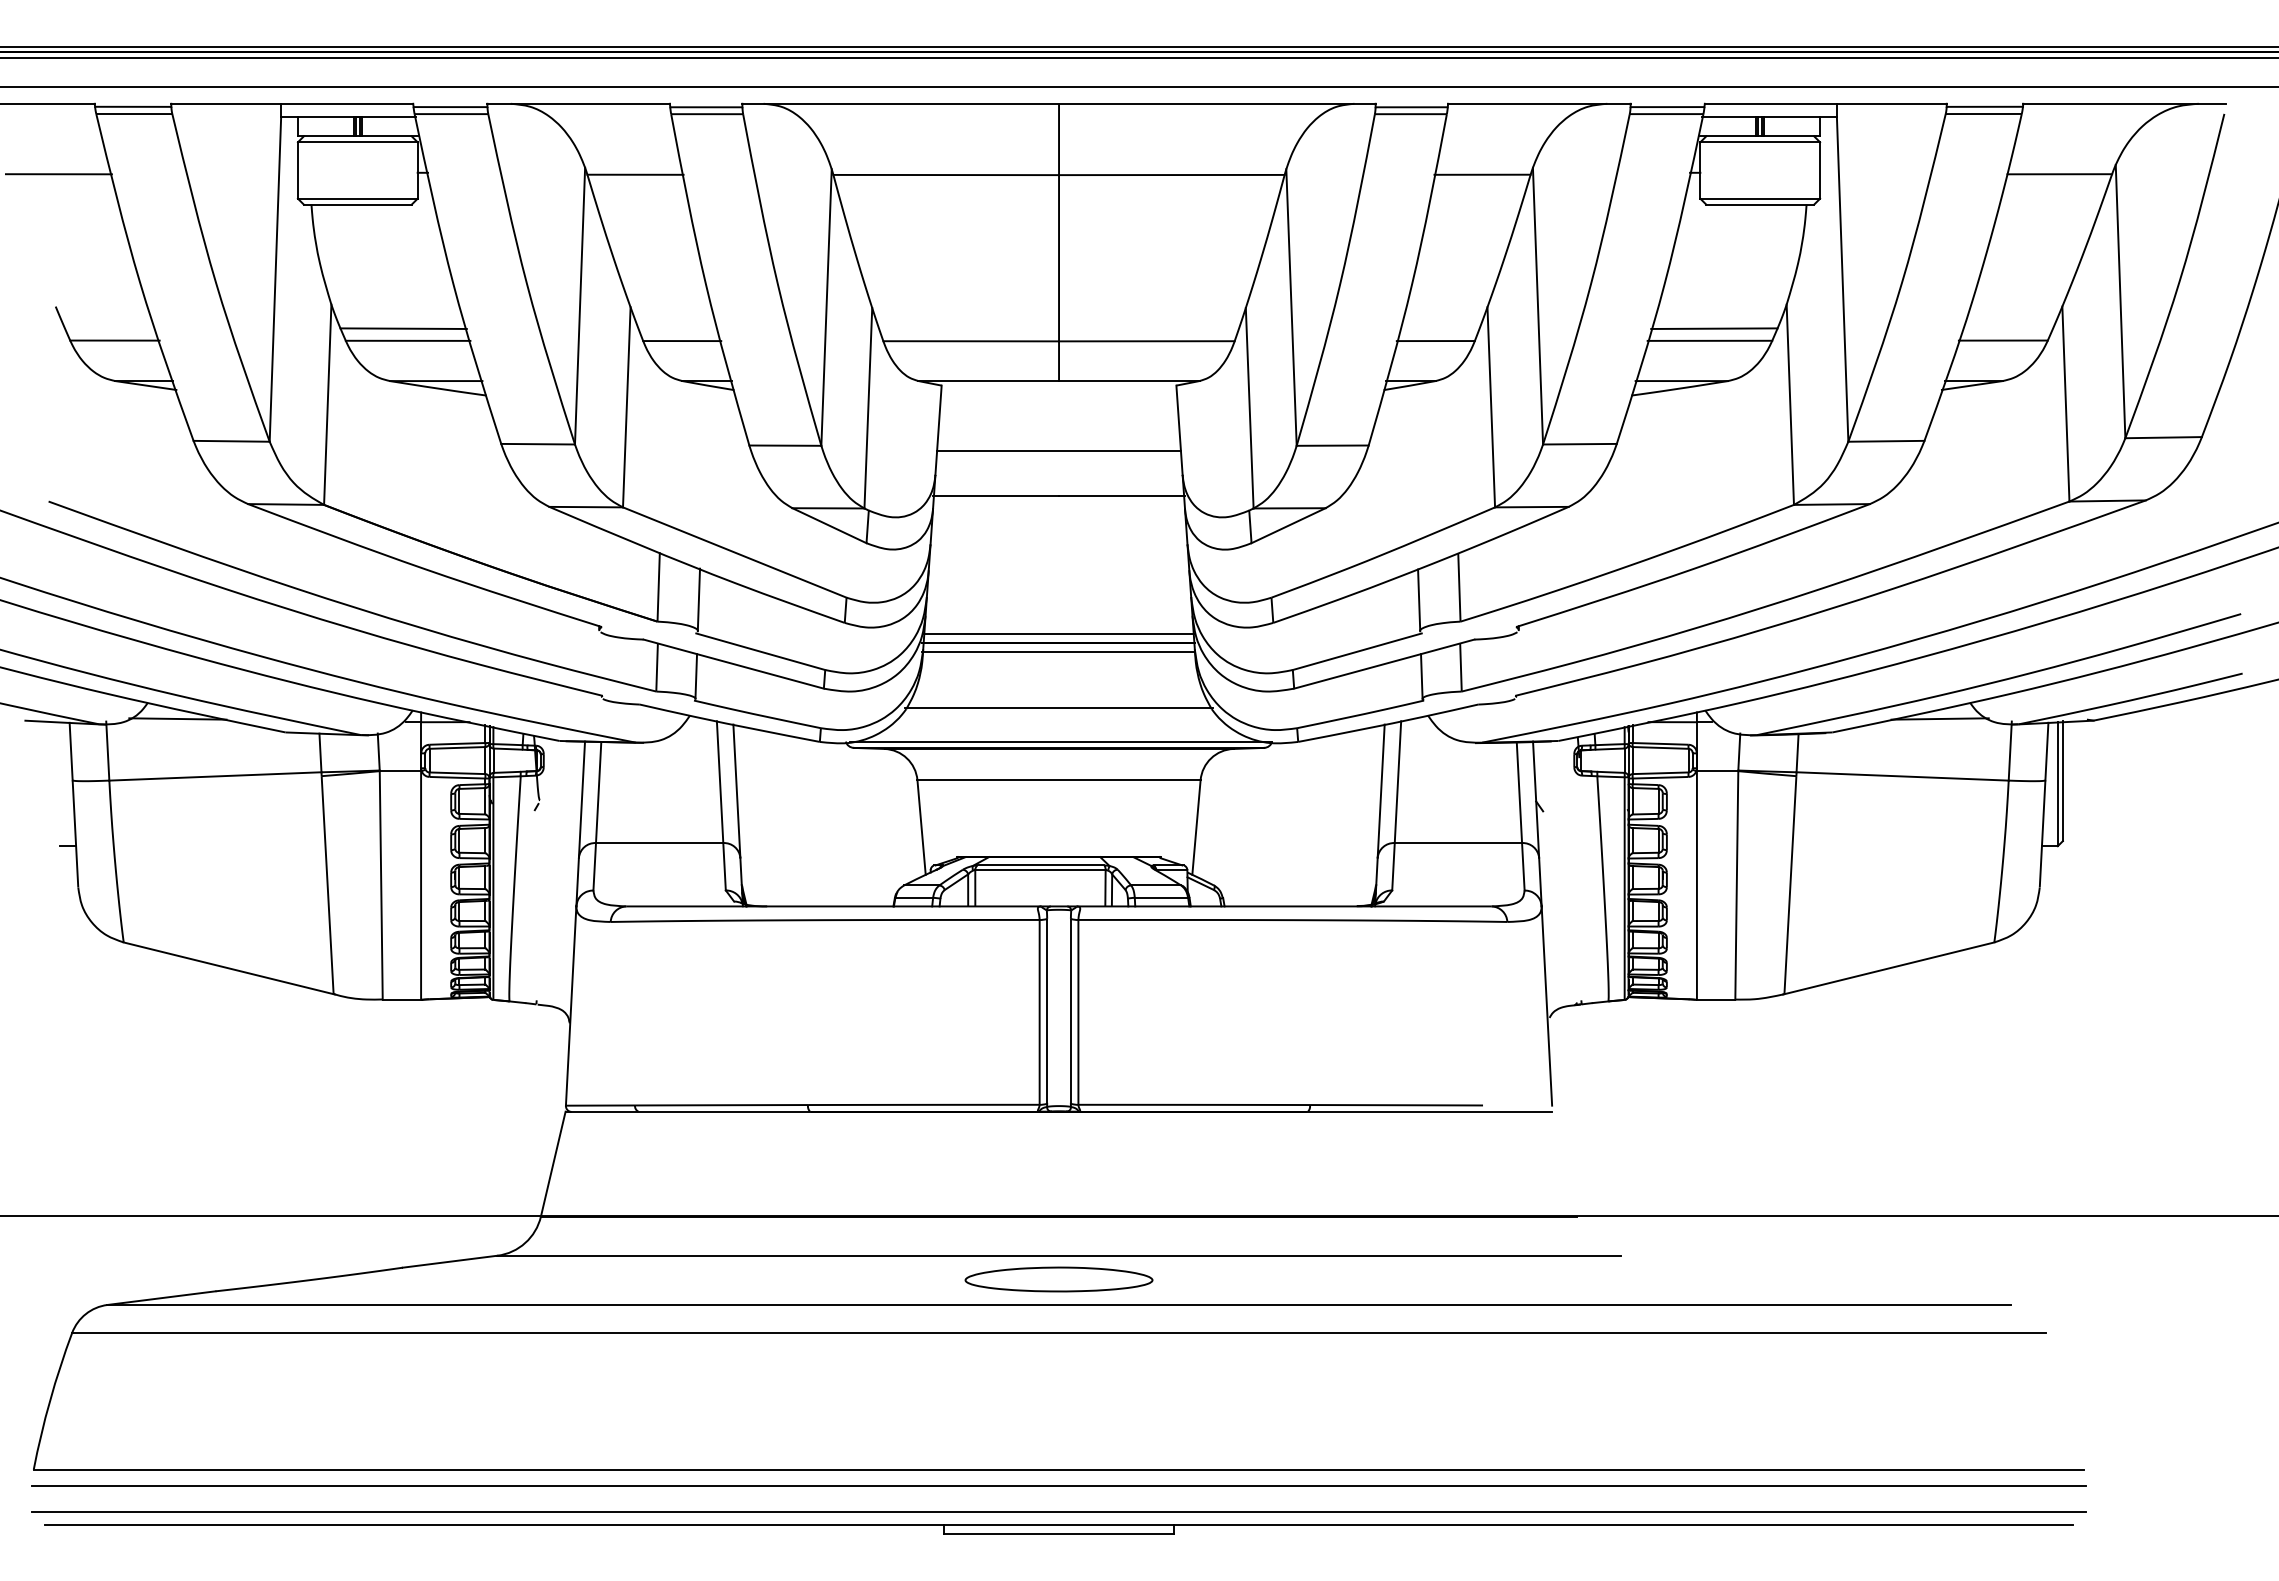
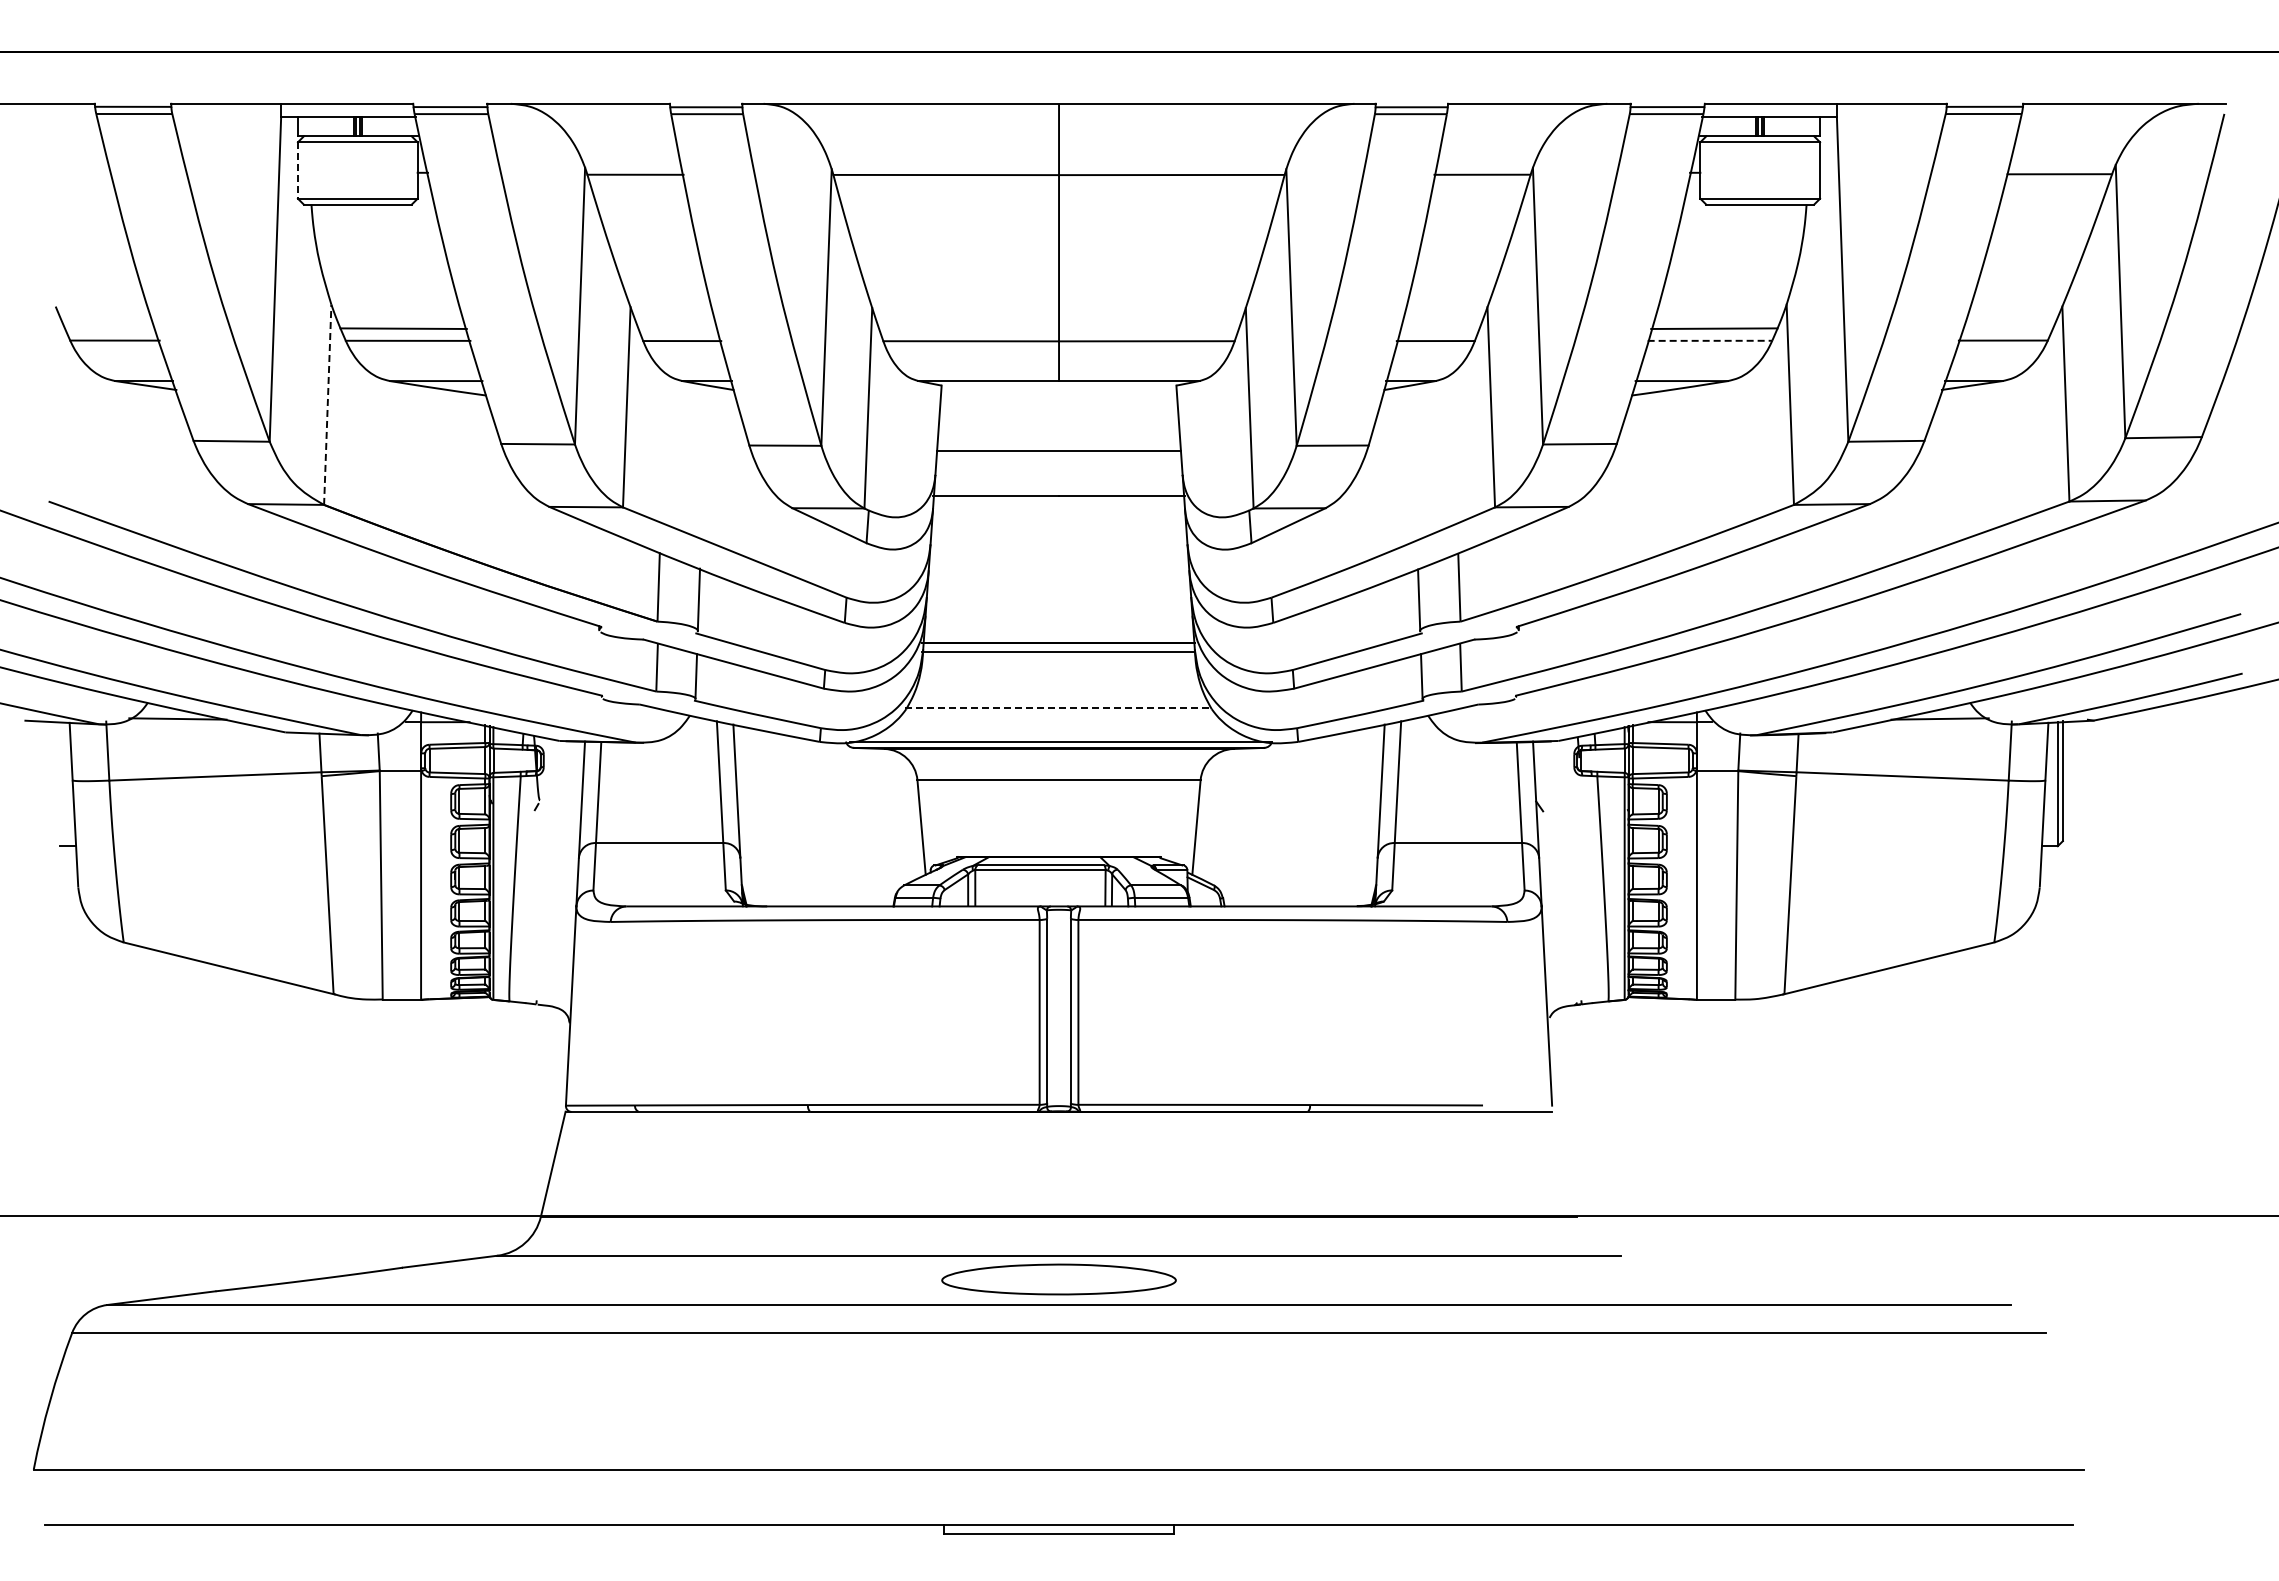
line at (1138, 47): present -> none
line at (1138, 57): present -> none
line at (1138, 86): present -> none
line at (297, 170): solid -> dashed
line at (58, 174): present -> none
line at (1710, 340): solid -> dashed
line at (327, 404): solid -> dashed
line at (1058, 634): present -> none
line at (1059, 707): solid -> dashed
part at (1058, 1279) size: 190x27 px -> 236x33 px
line at (1058, 1485): present -> none
line at (1058, 1512): present -> none
